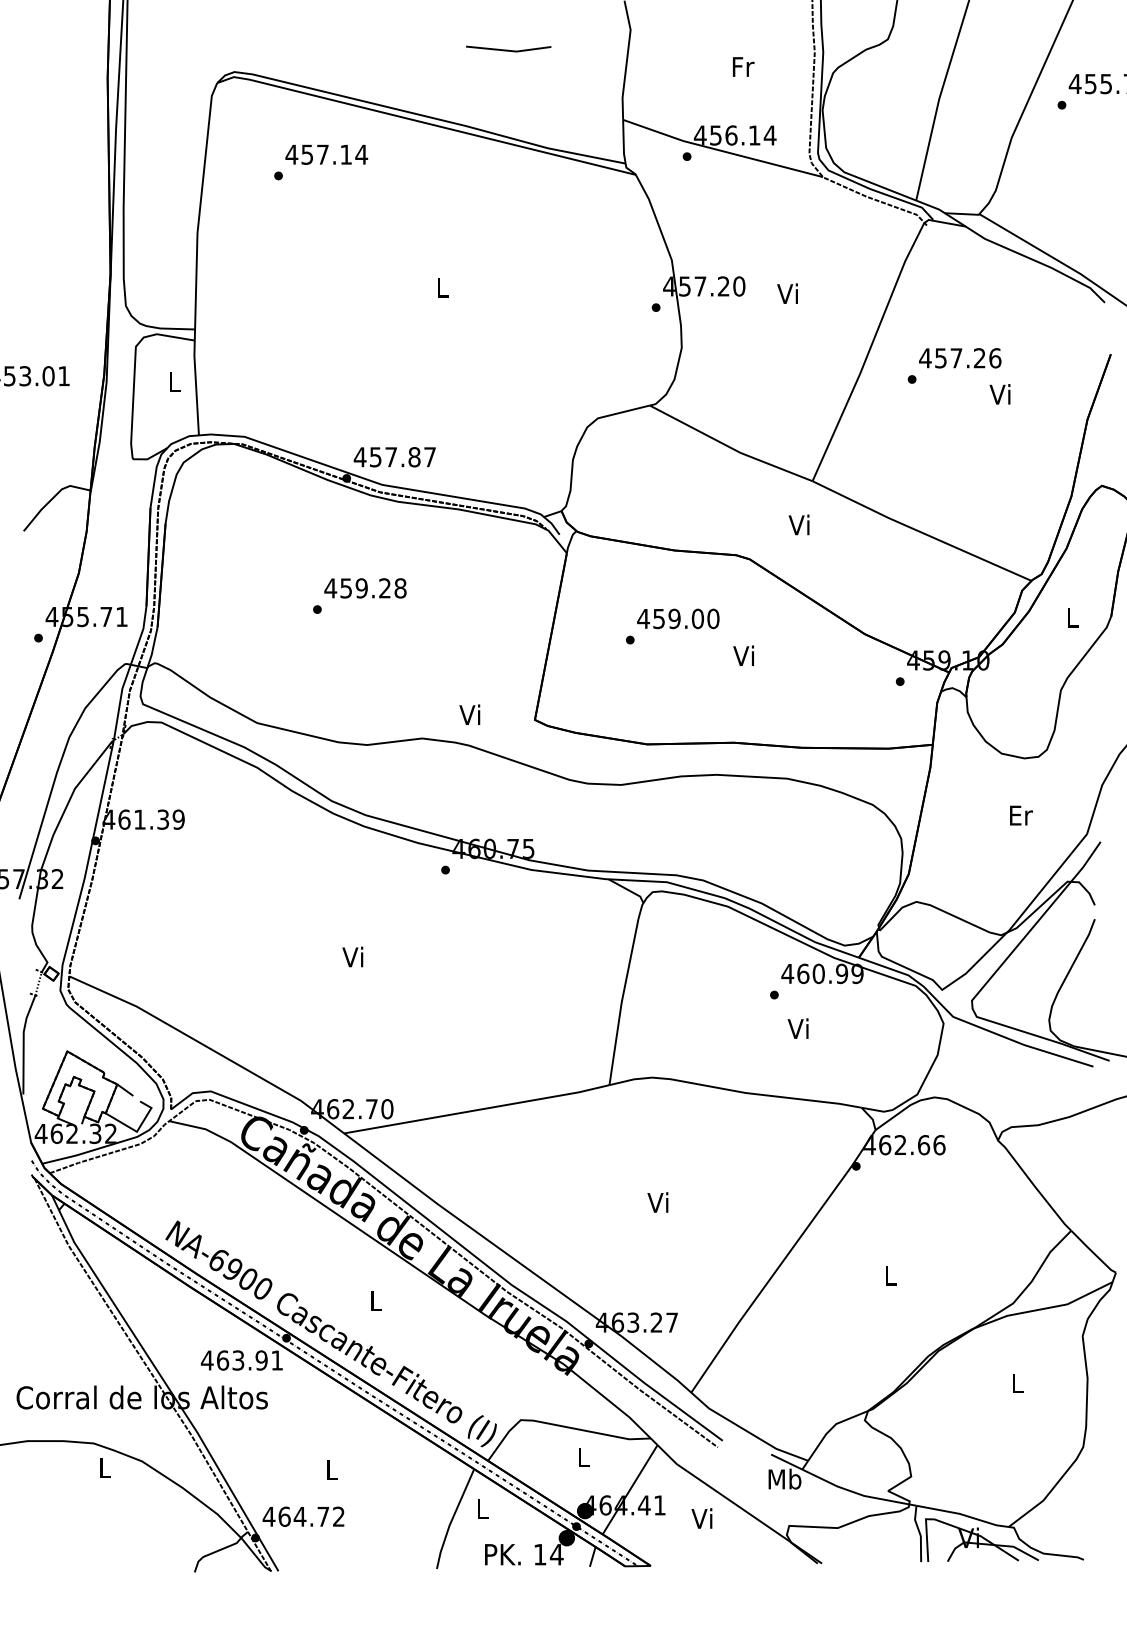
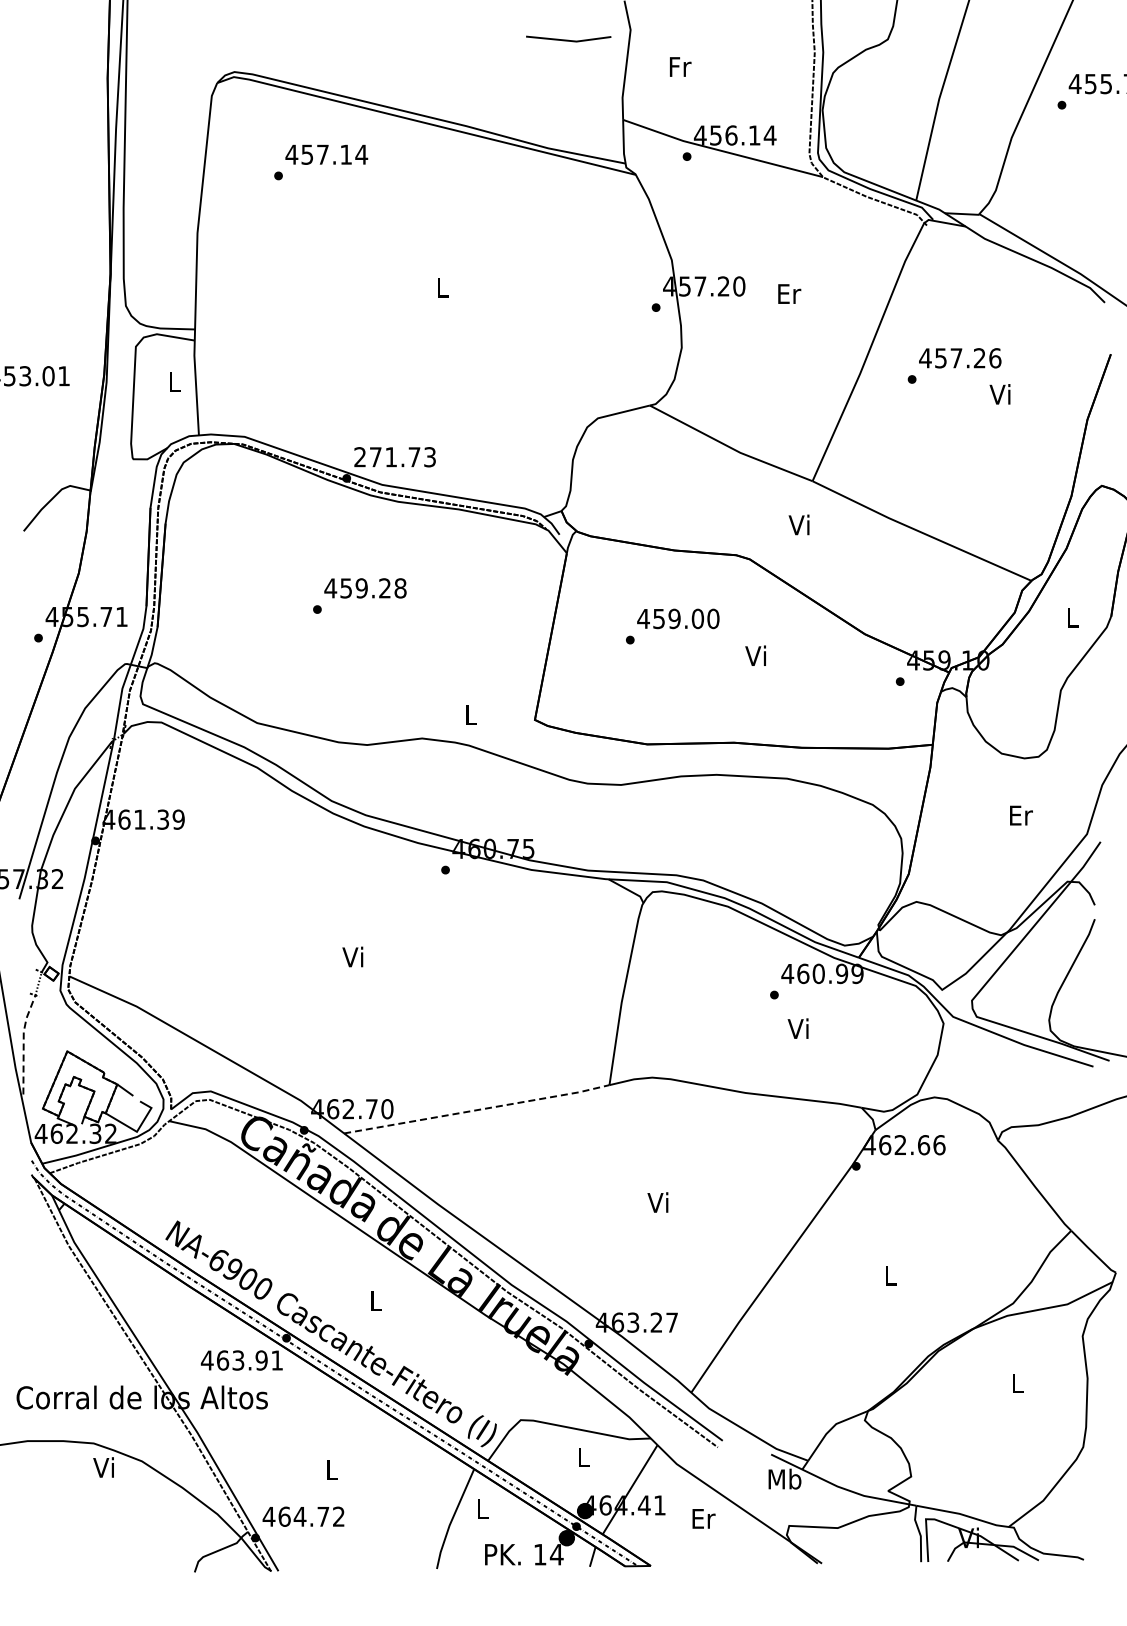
line at (508, 49) position: (508, 49) -> (568, 39)
text at (743, 66) position: (743, 66) -> (680, 66)
text at (789, 293): Vi -> Er
text at (394, 457): 457.87 -> 271.73
text at (743, 655) position: (743, 655) -> (755, 655)
text at (469, 714): Vi -> L
line at (23, 1041): solid -> dashed
line at (477, 1110): solid -> dashed
text at (103, 1467): L -> Vi
text at (703, 1518): Vi -> Er
